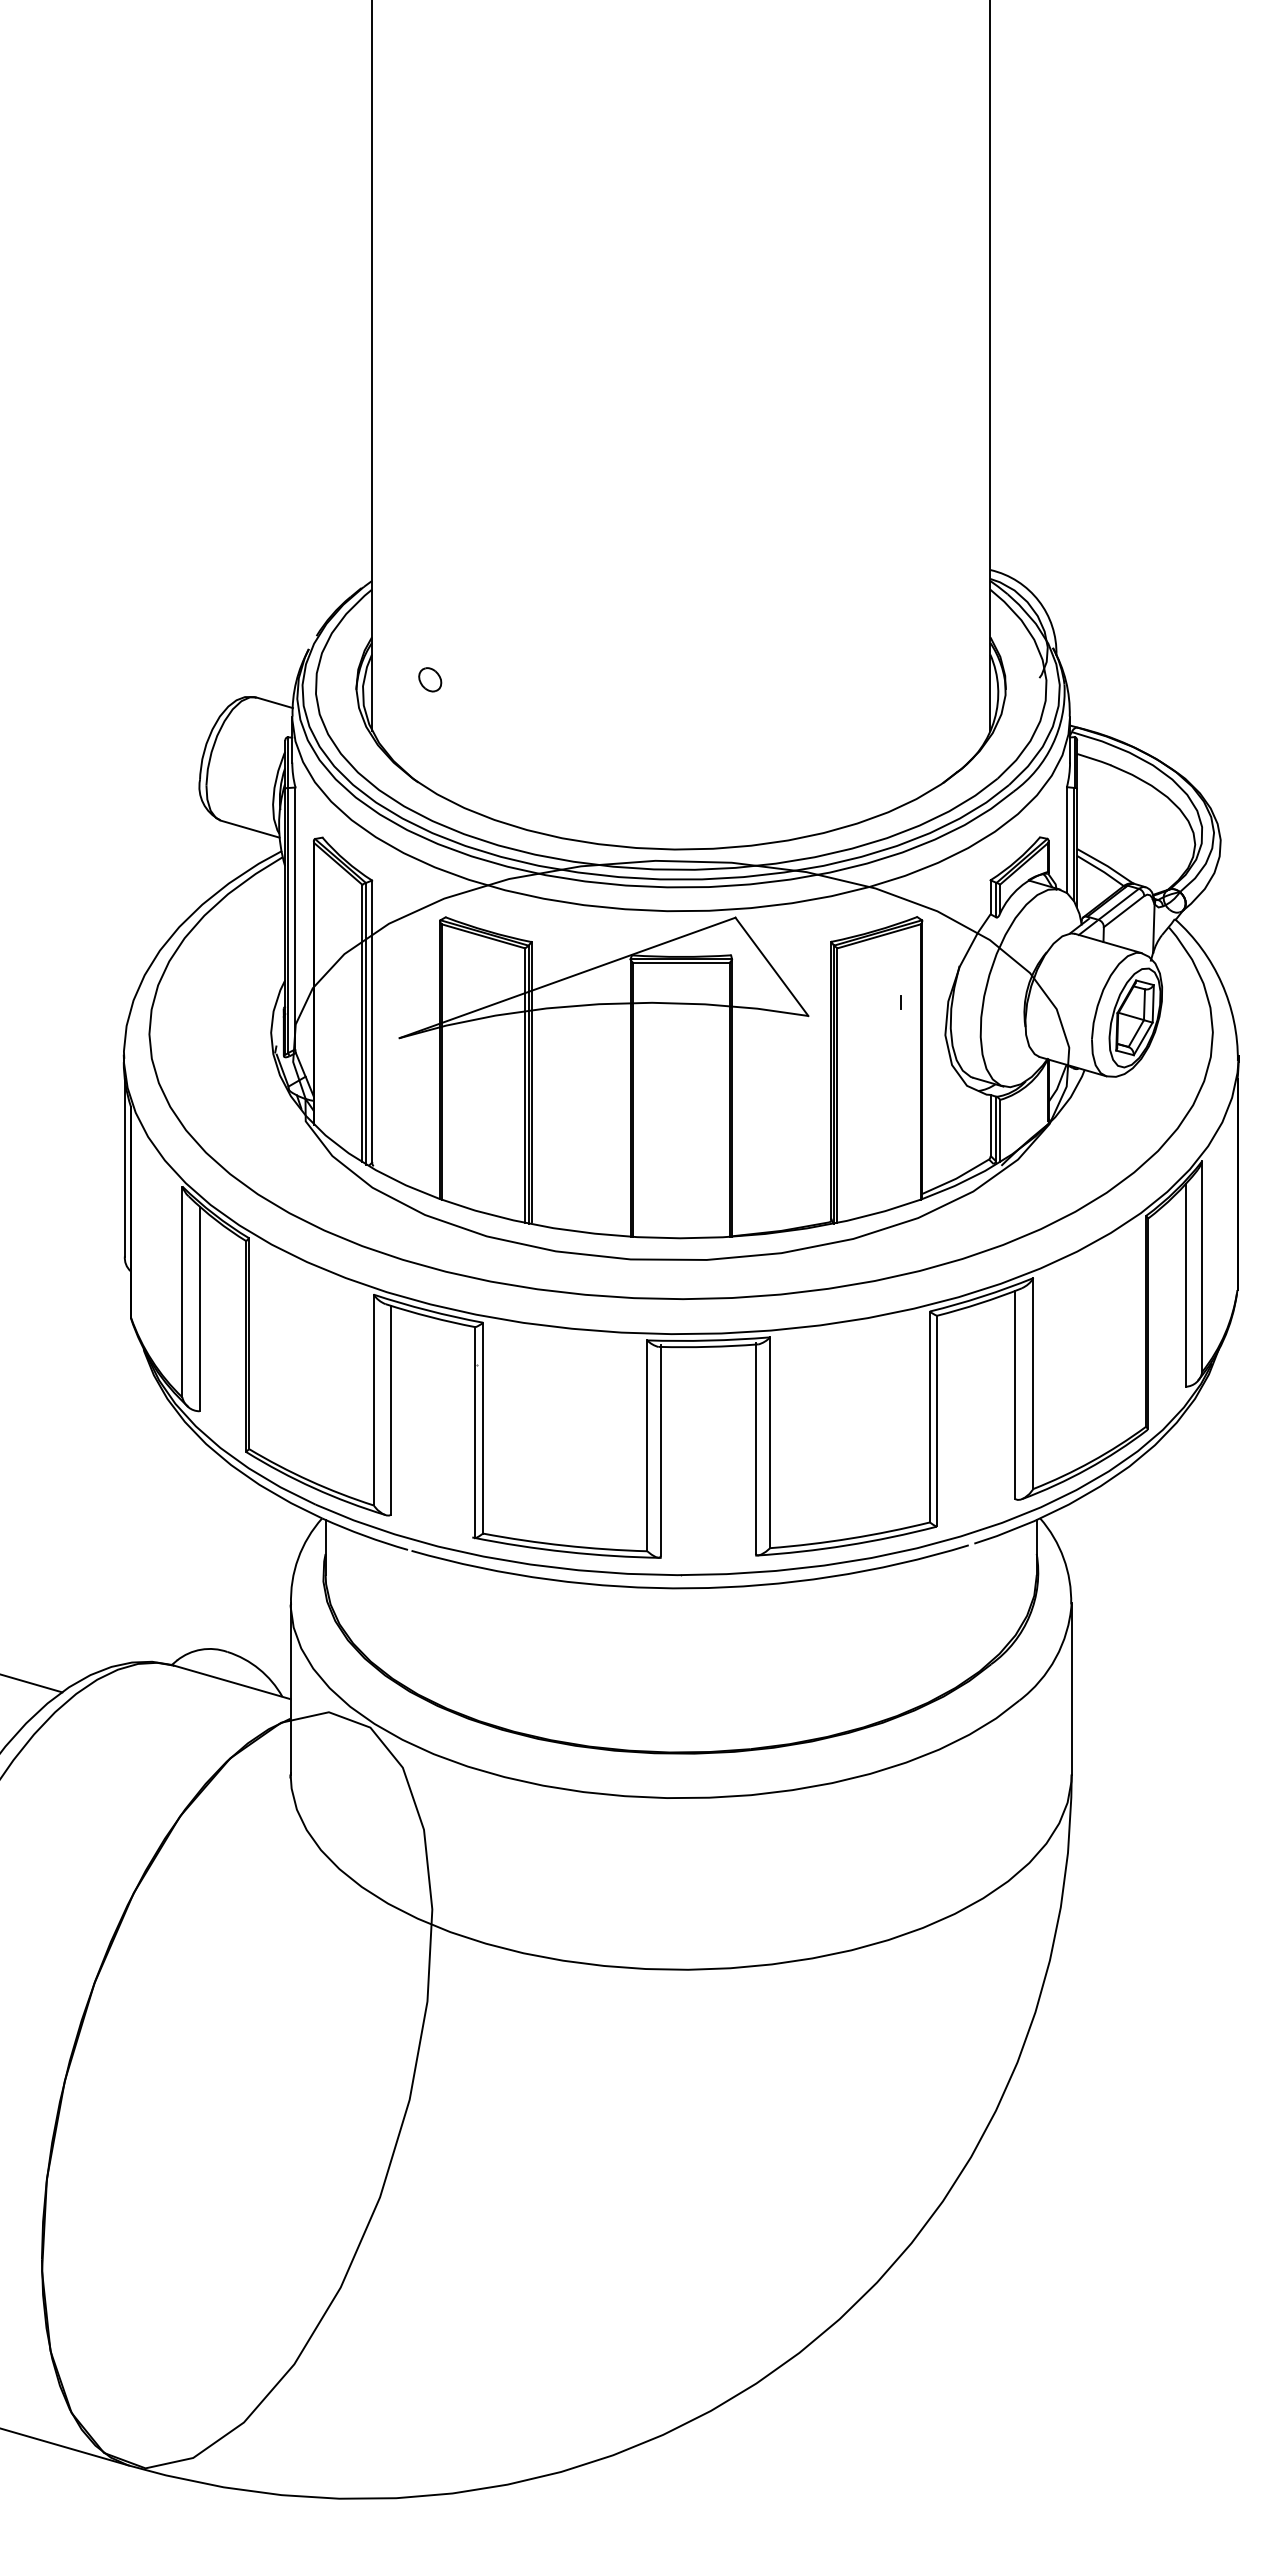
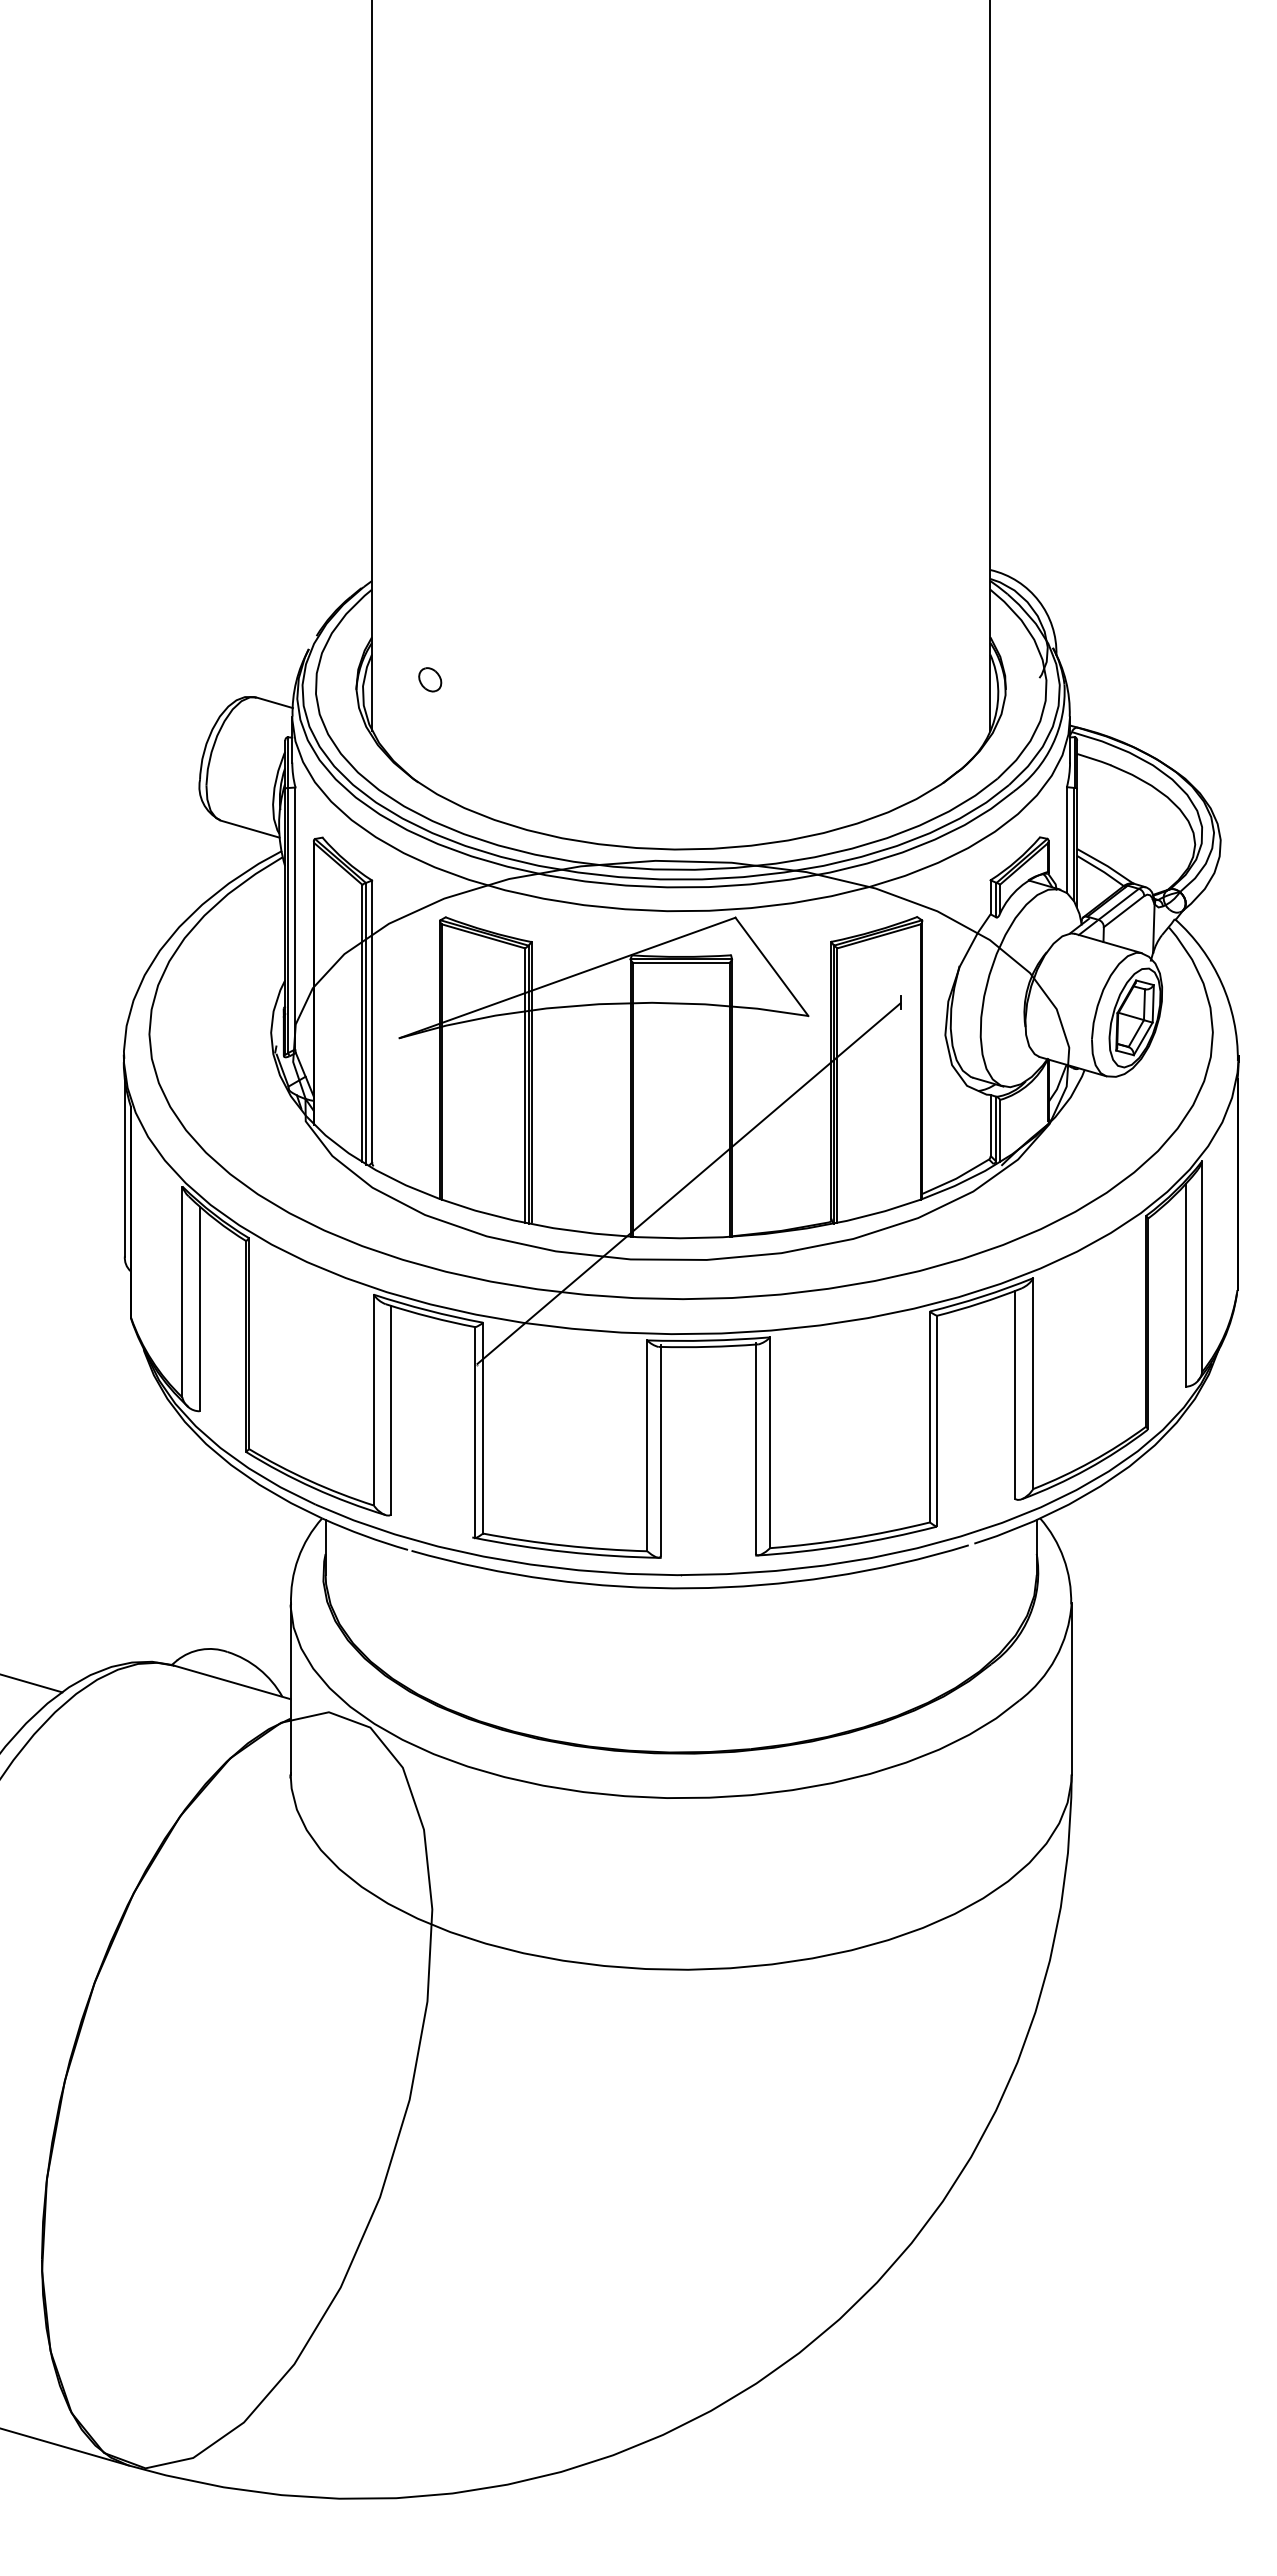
line at (688, 1183): none -> present
